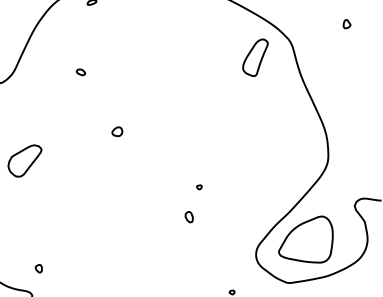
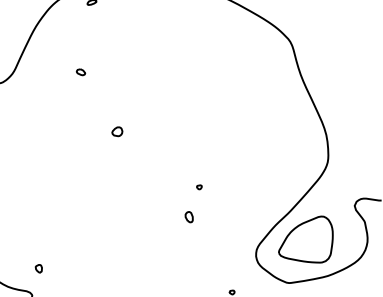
part at (346, 24): present -> none
part at (255, 57): present -> none
part at (24, 160): present -> none
